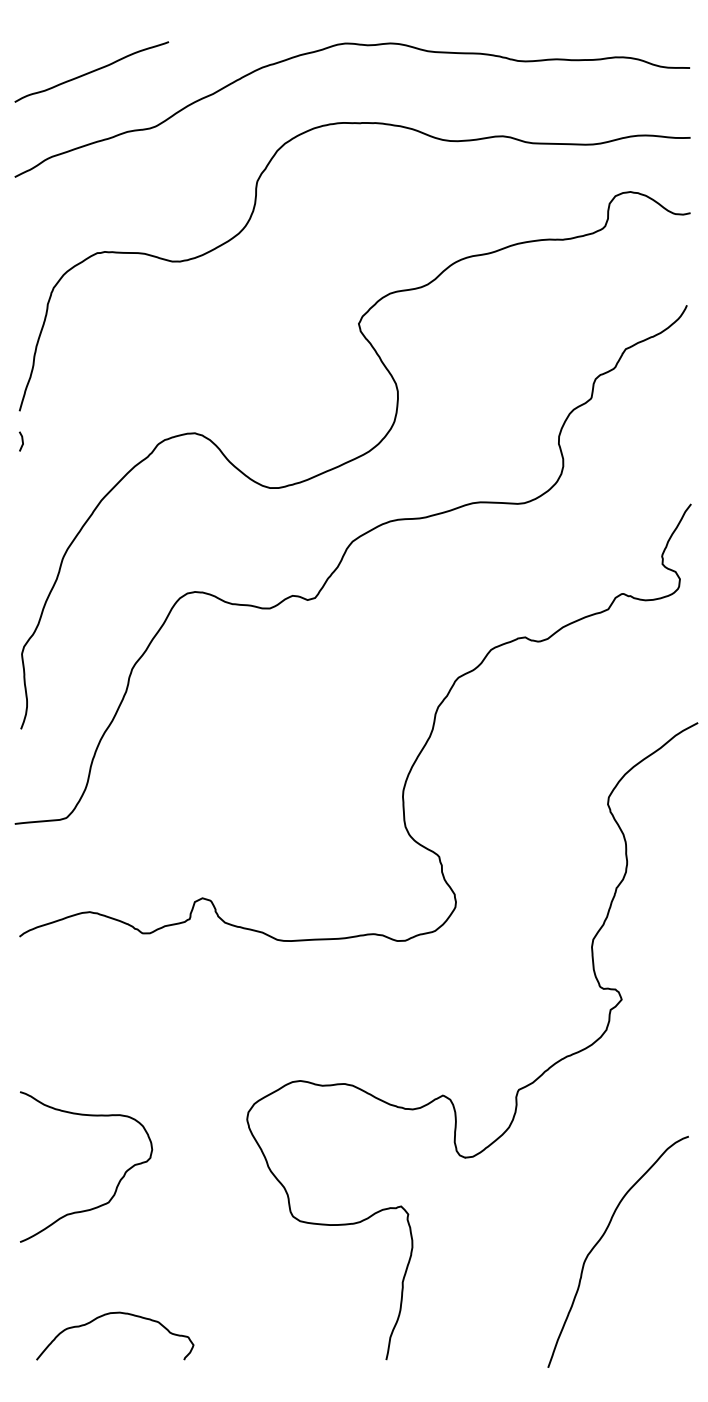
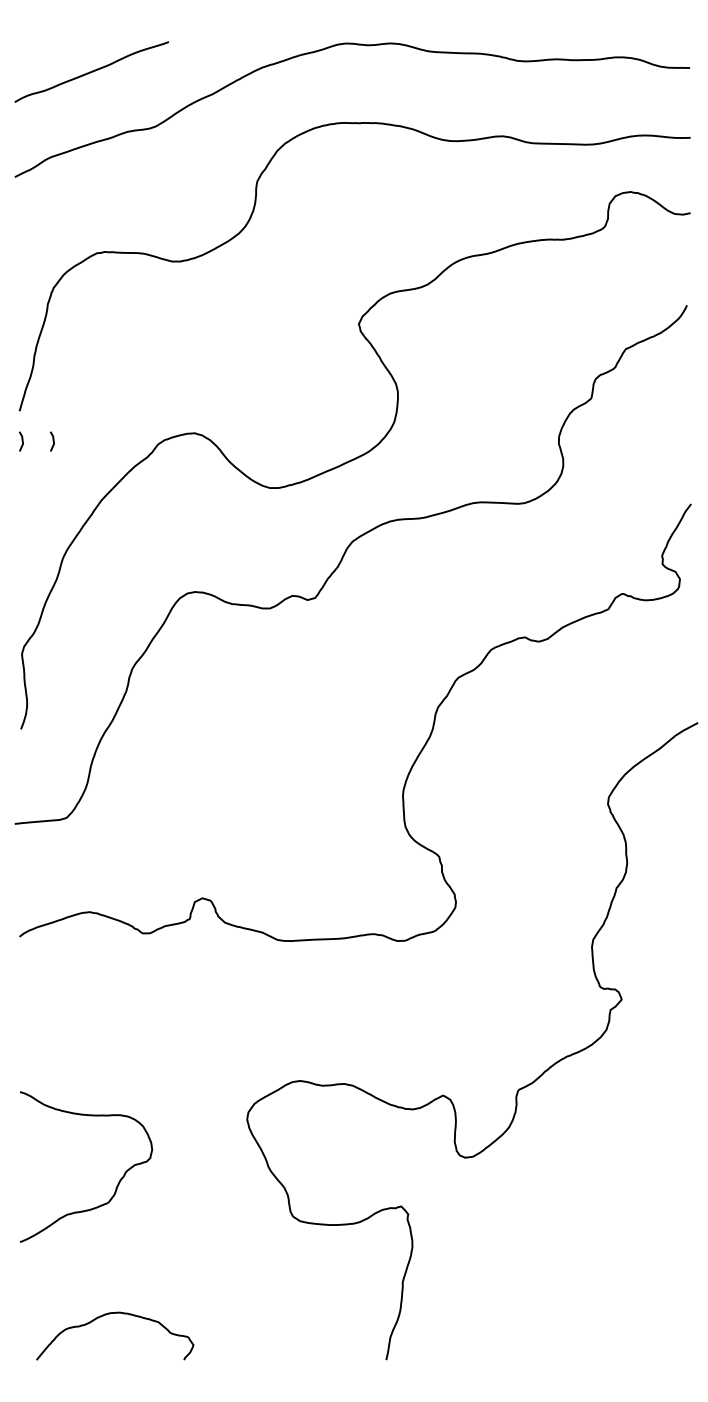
line at (52, 441): none -> present
curve at (601, 1239): present -> none
